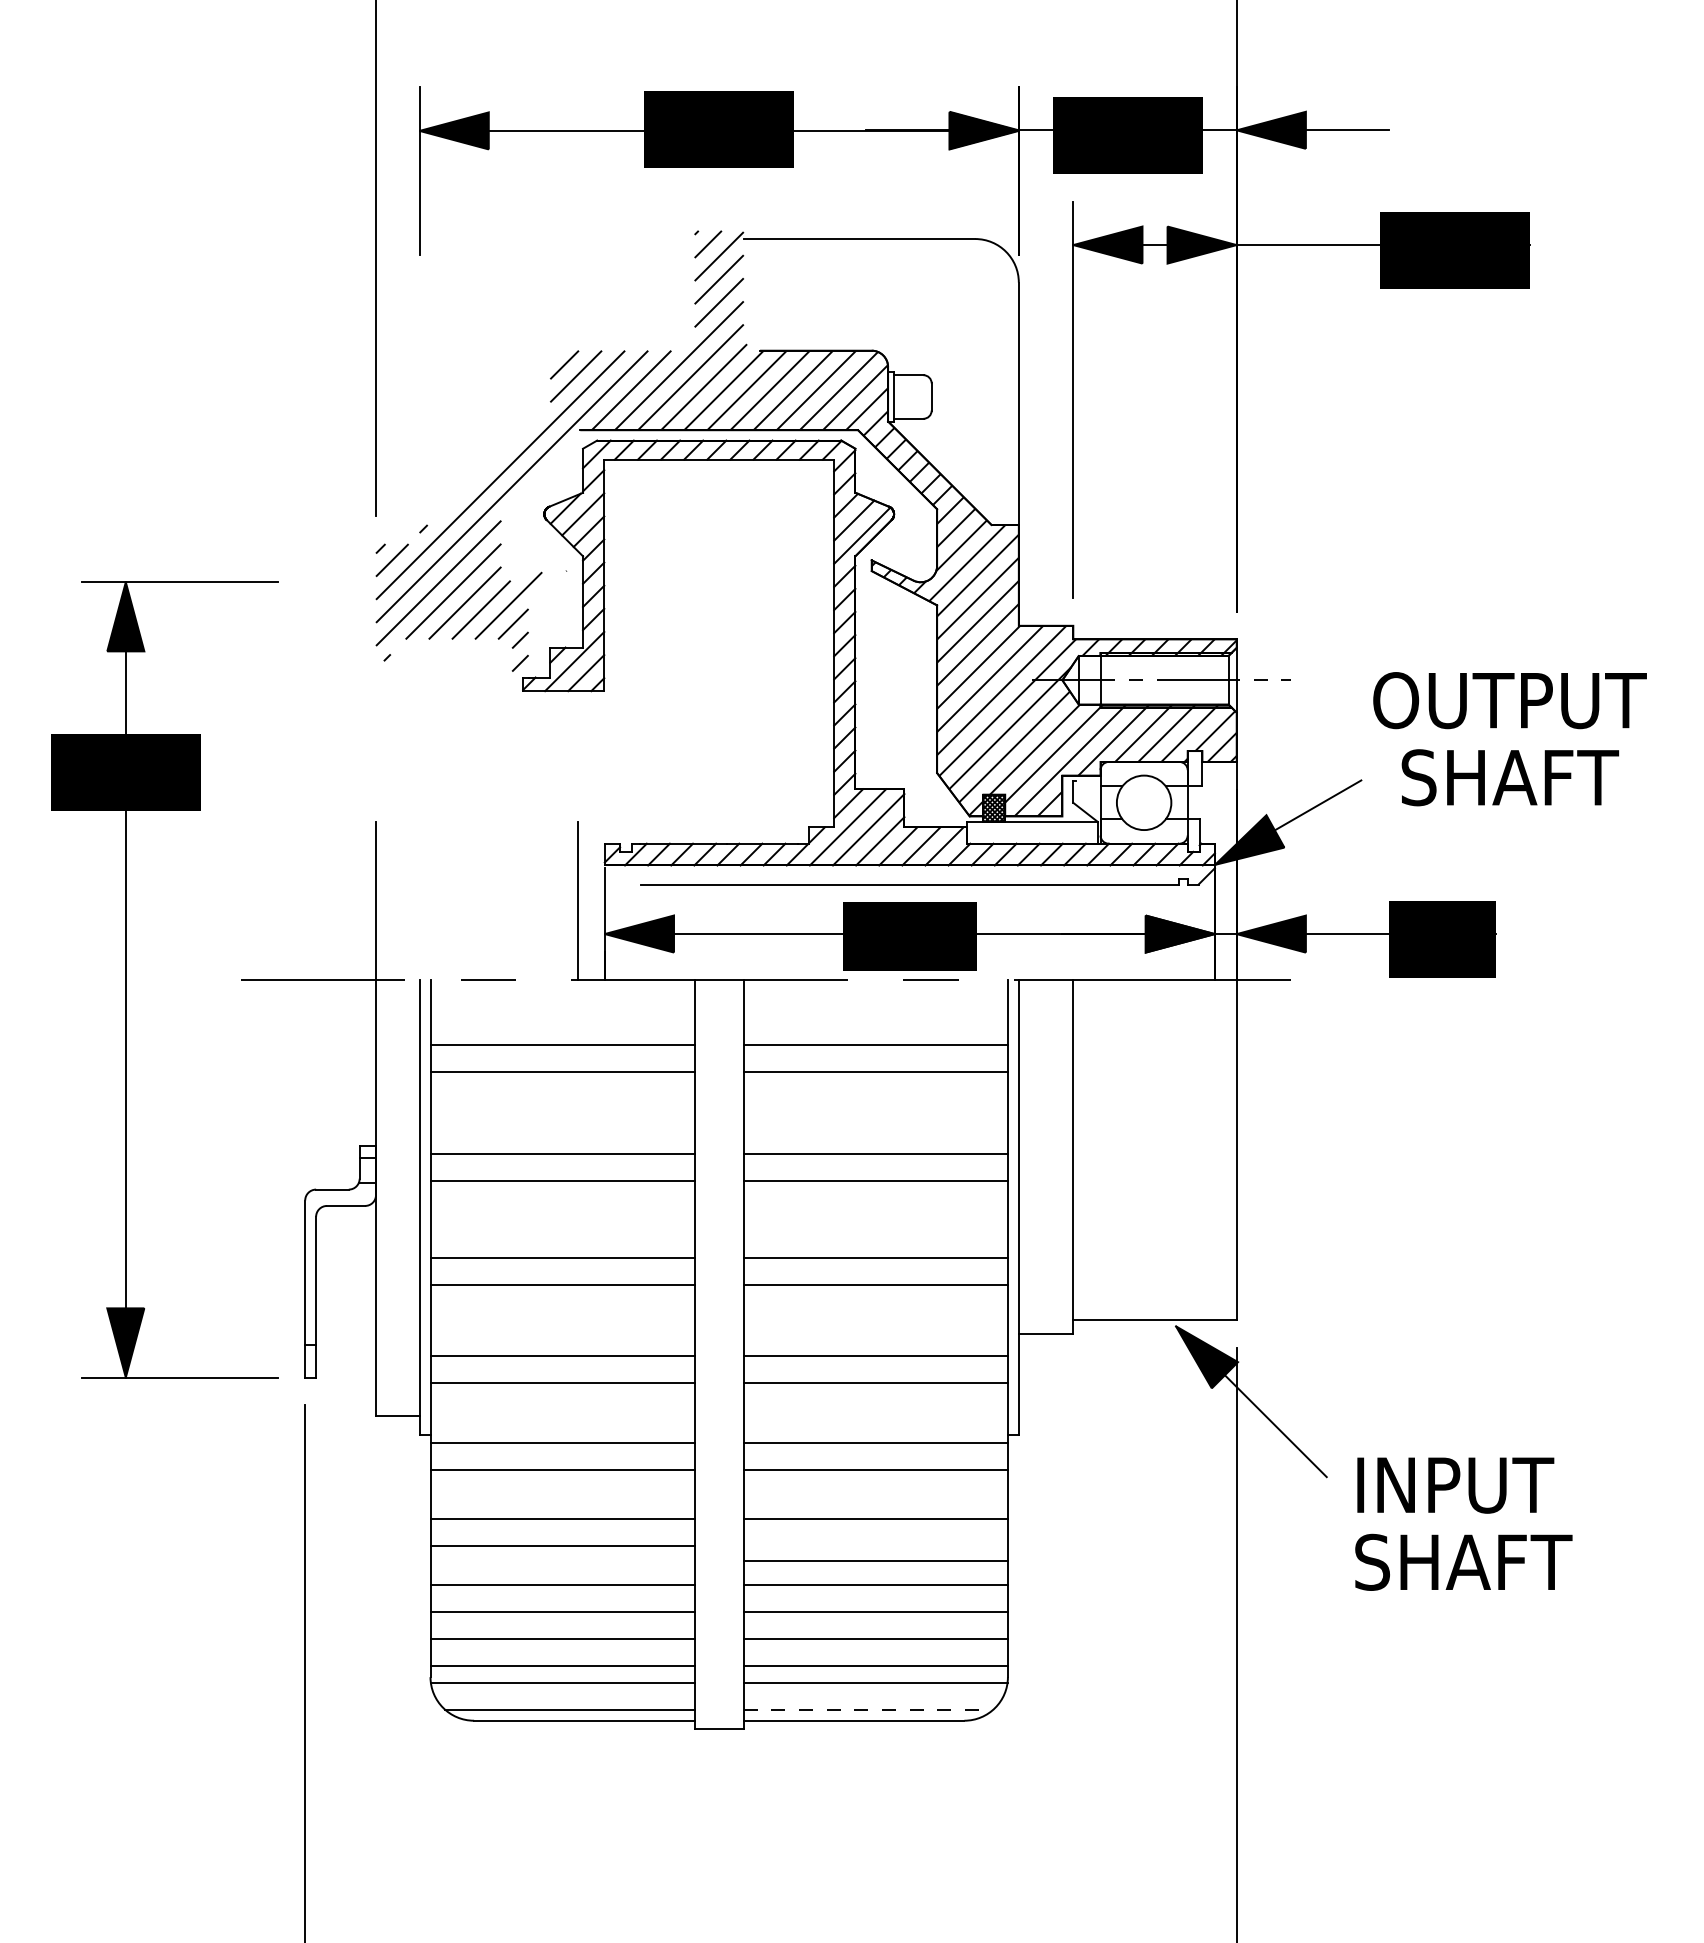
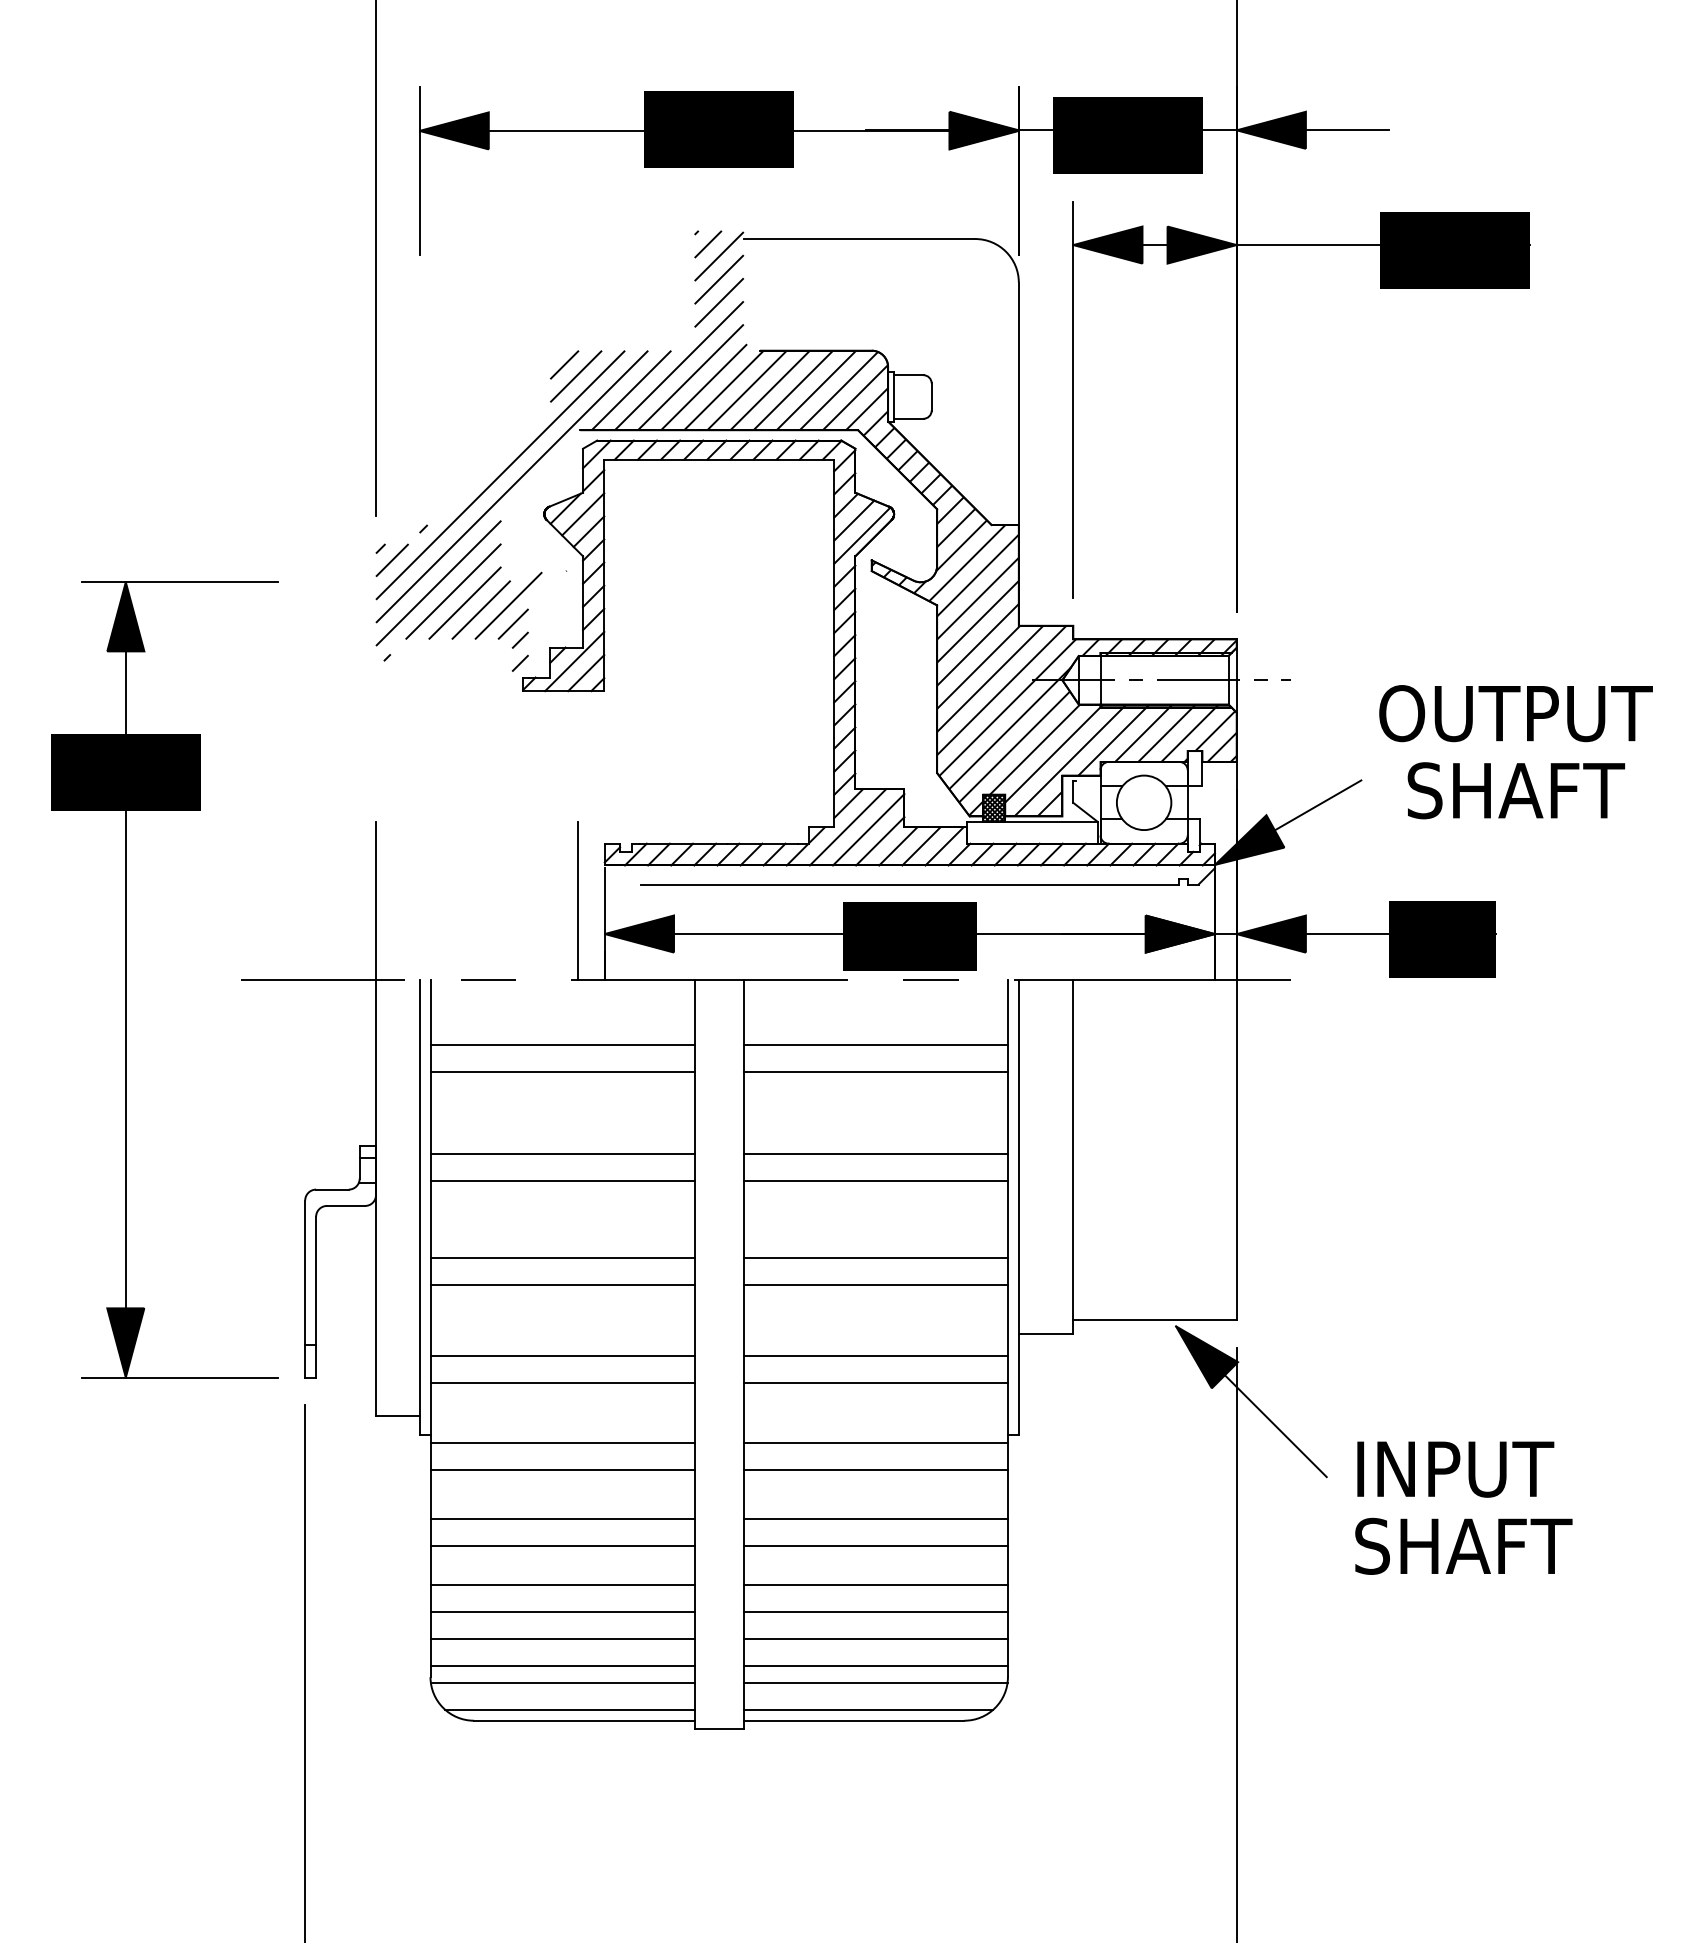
text at (1509, 739) position: (1509, 739) -> (1515, 752)
text at (1463, 1523) position: (1463, 1523) -> (1463, 1507)
line at (875, 1561) position: (875, 1561) -> (875, 1546)
line at (868, 1709): dashed -> solid
